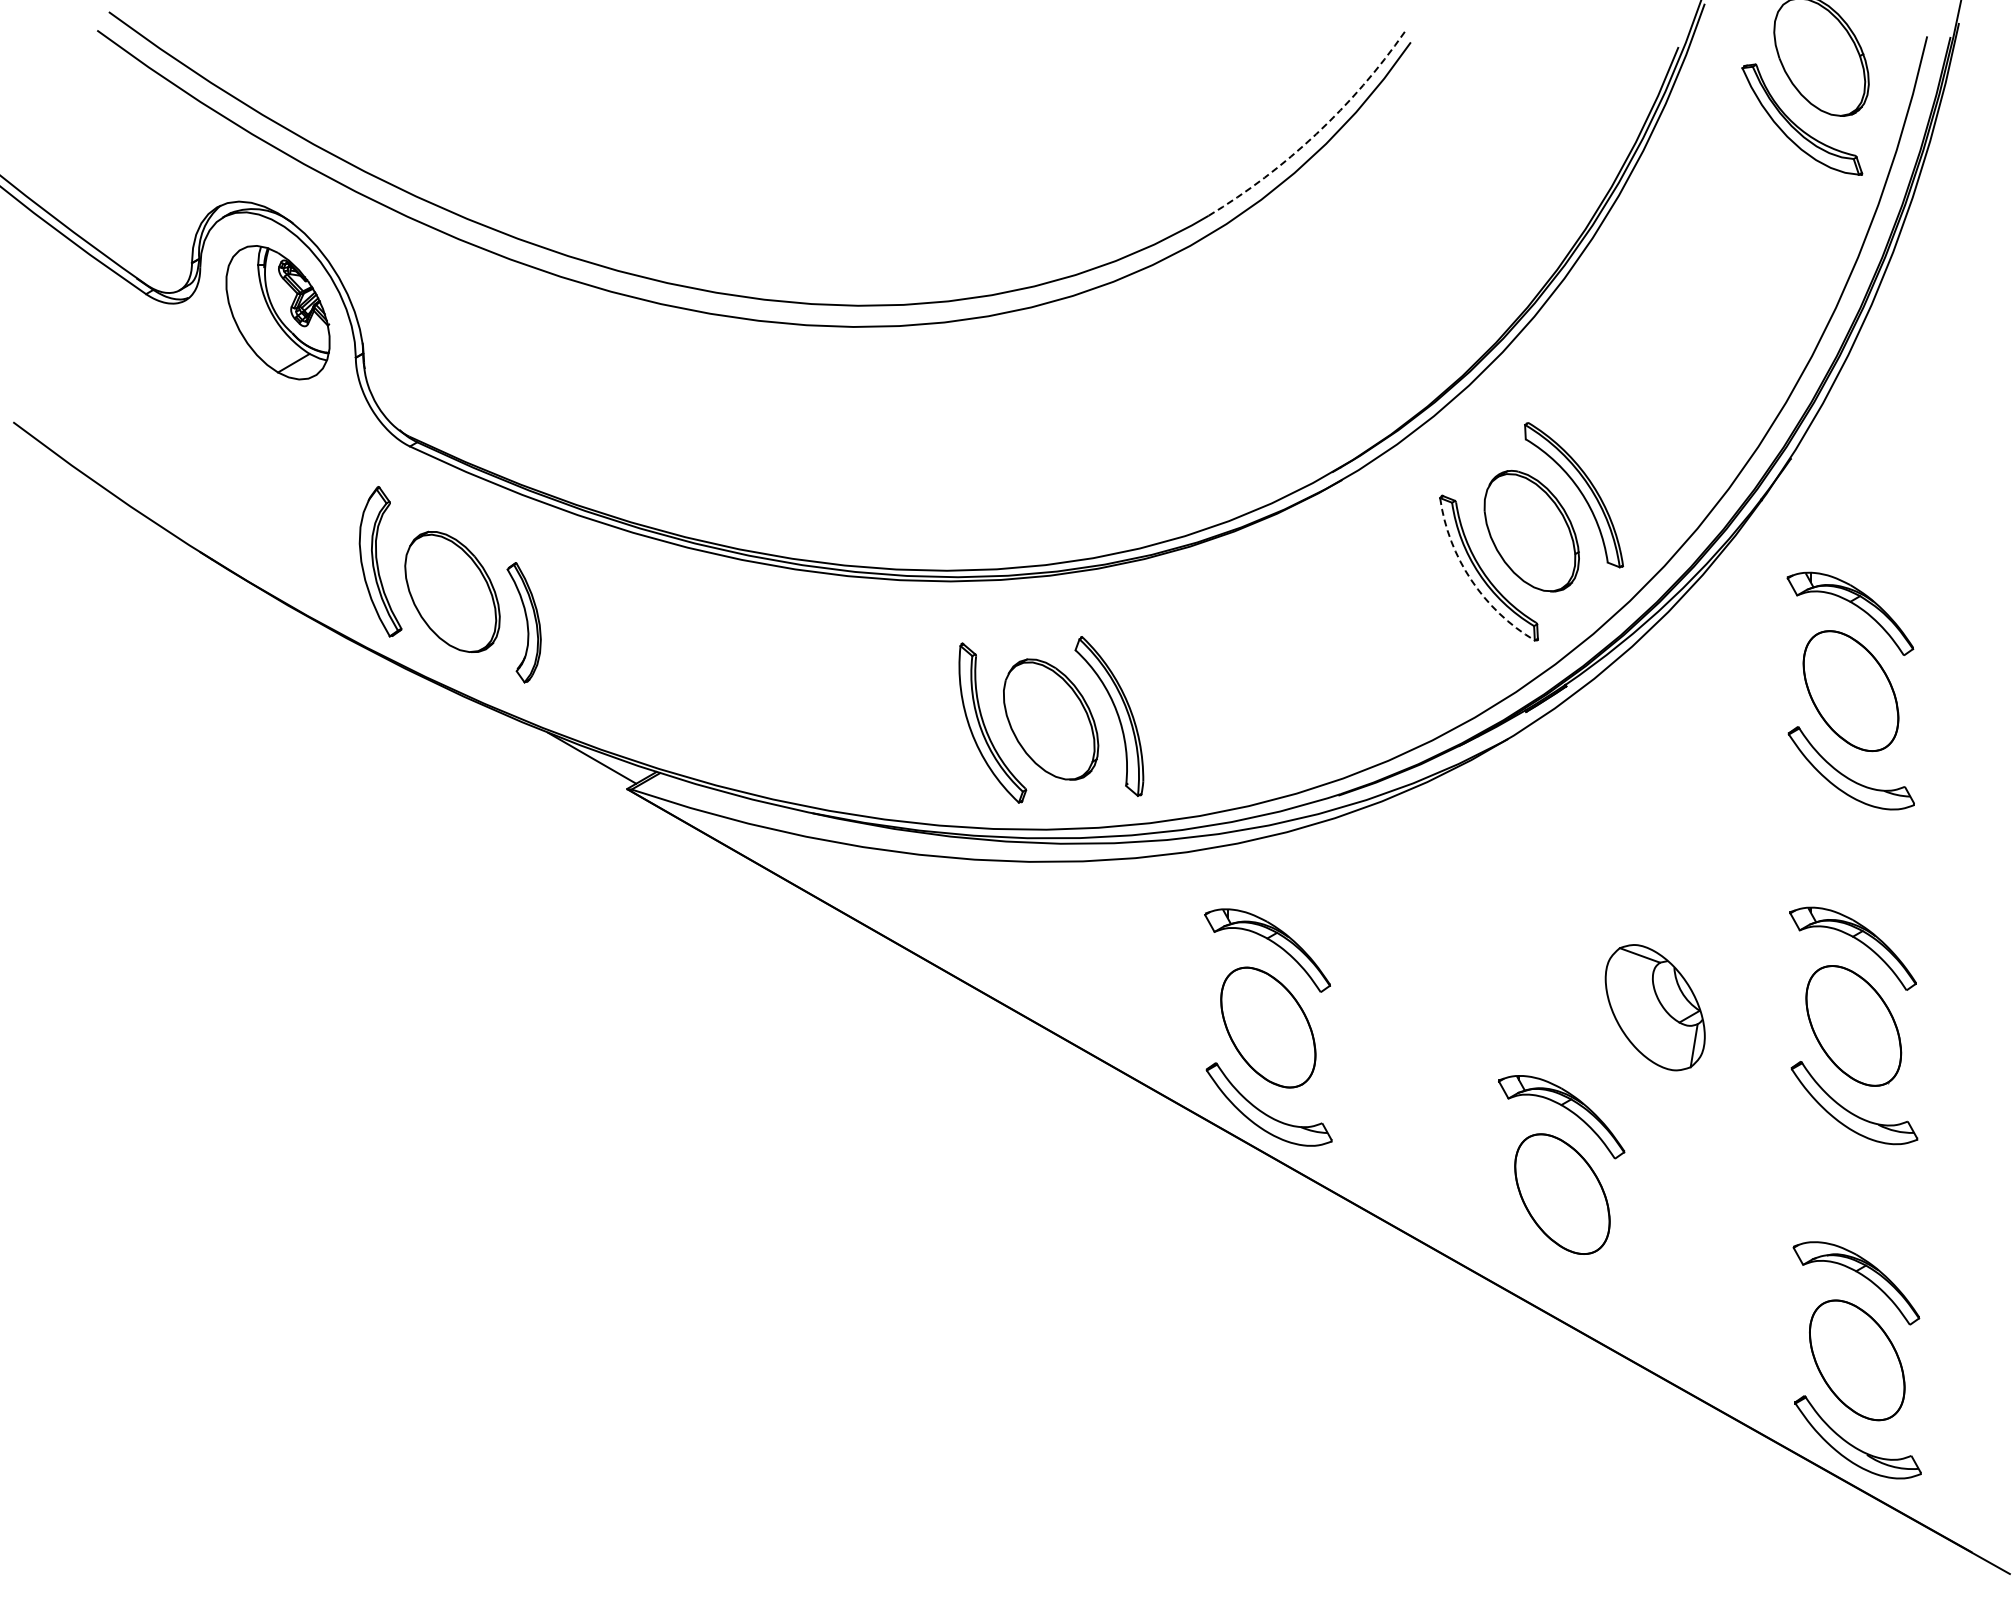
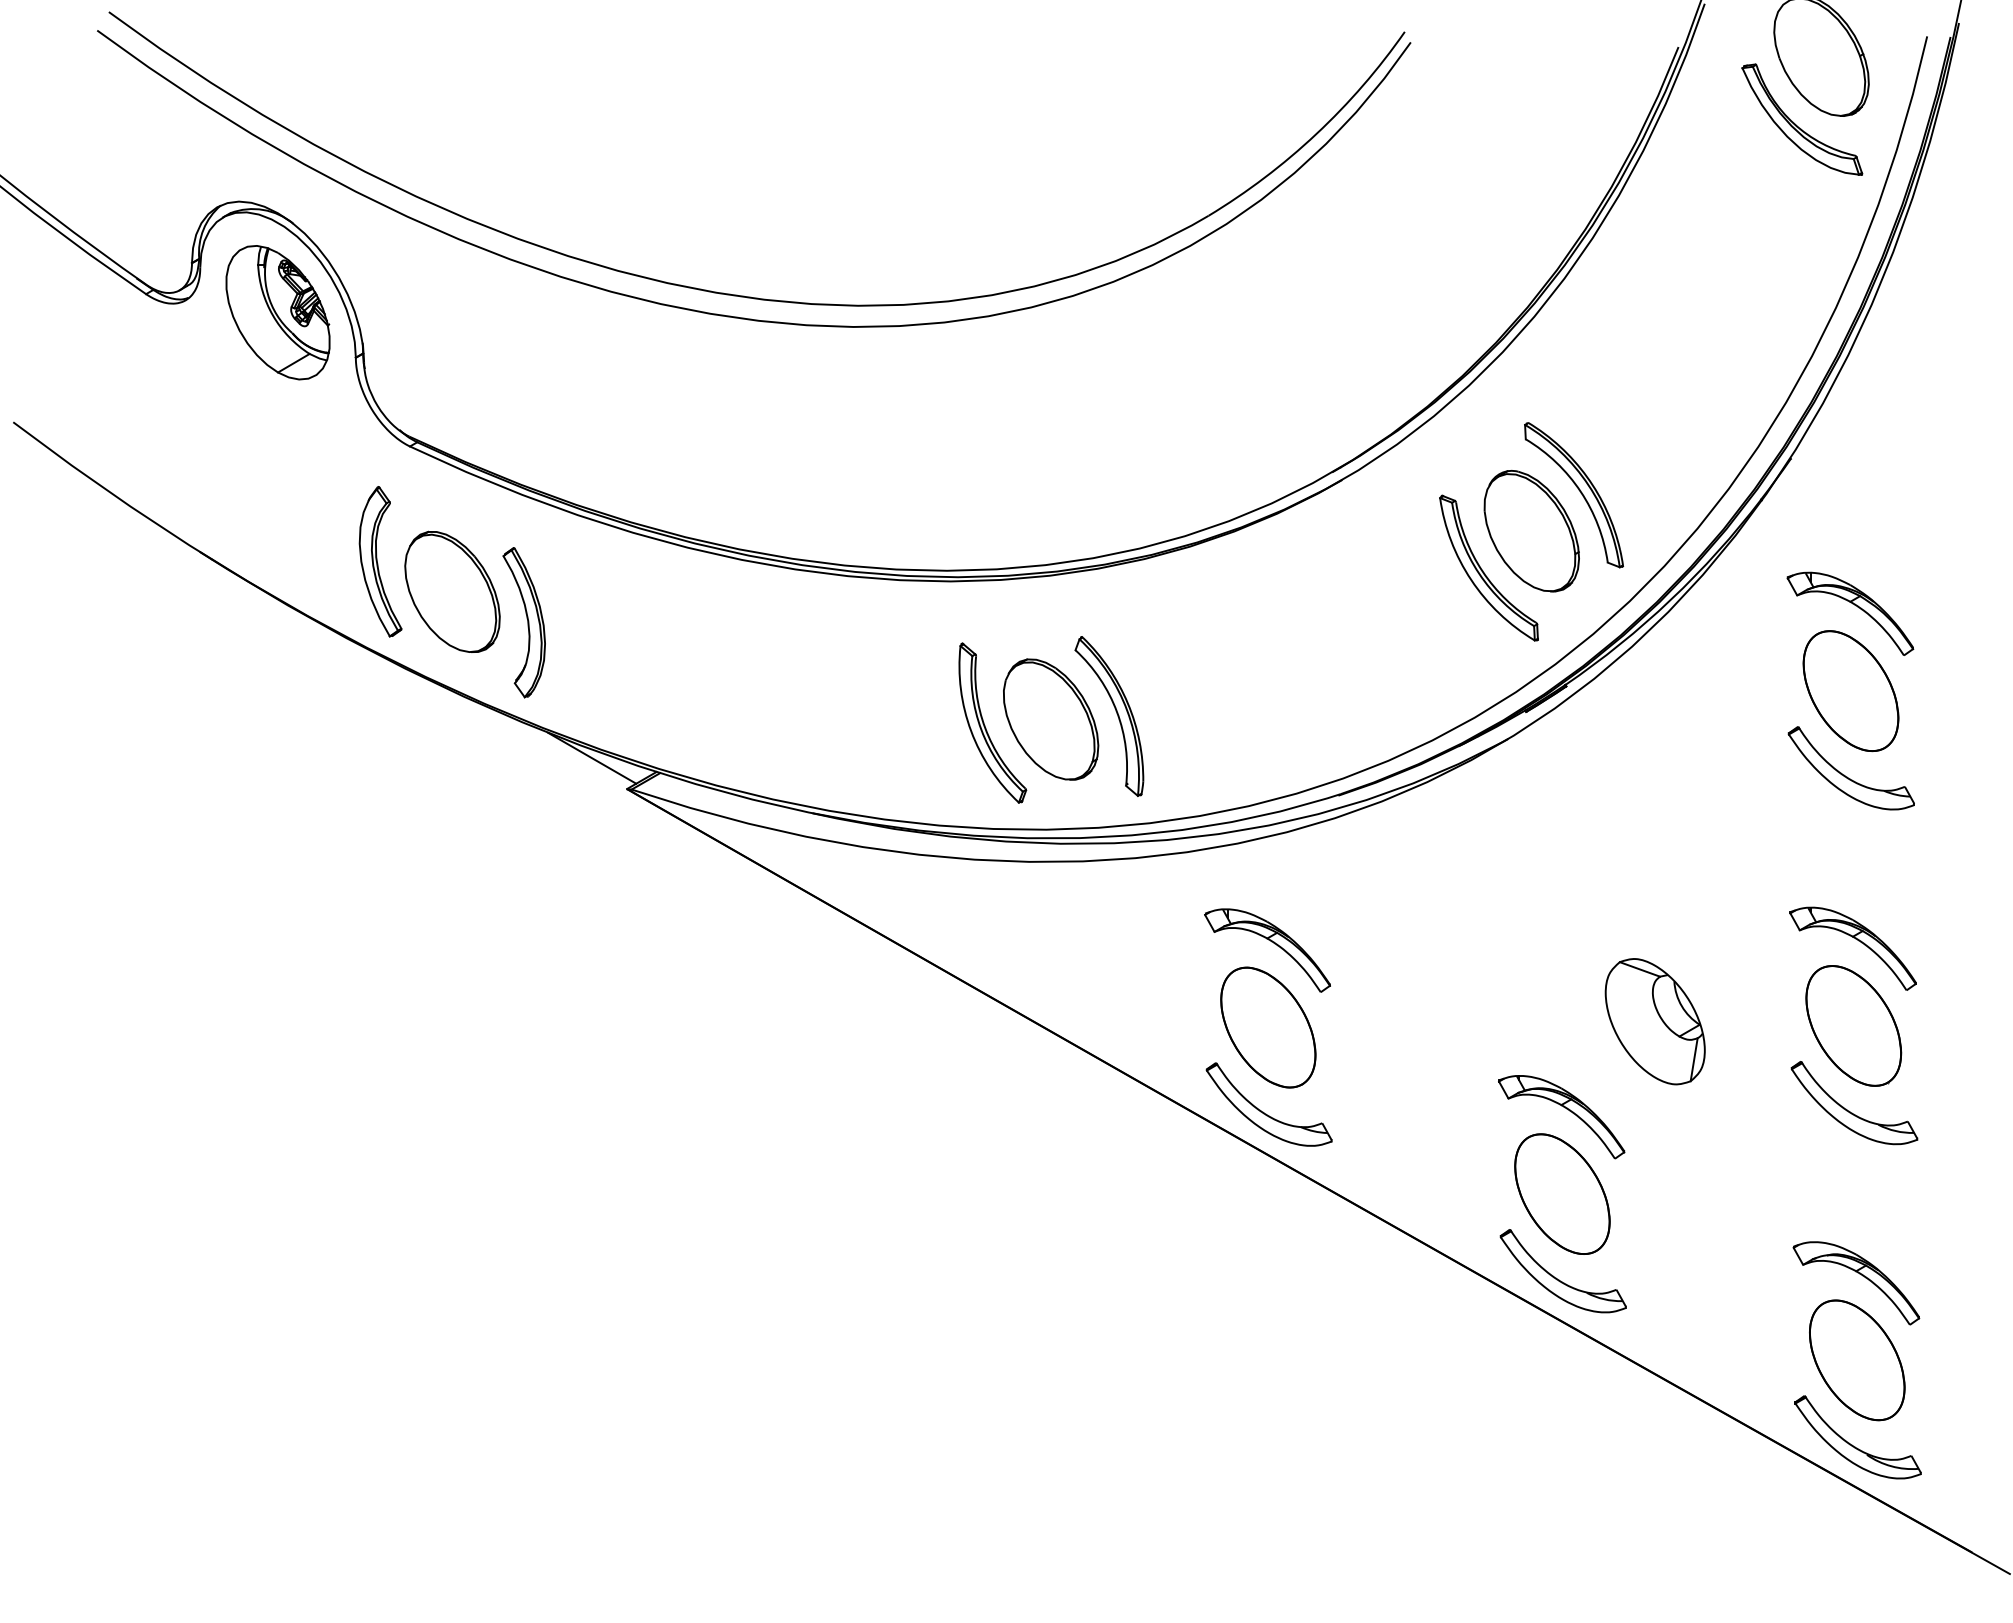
arc at (1316, 134): dashed -> solid
arc at (1471, 580): dashed -> solid
part at (523, 622) size: 36x122 px -> 44x152 px
part at (1654, 1007) position: (1654, 1007) -> (1654, 1021)
part at (1556, 1277): none -> present
